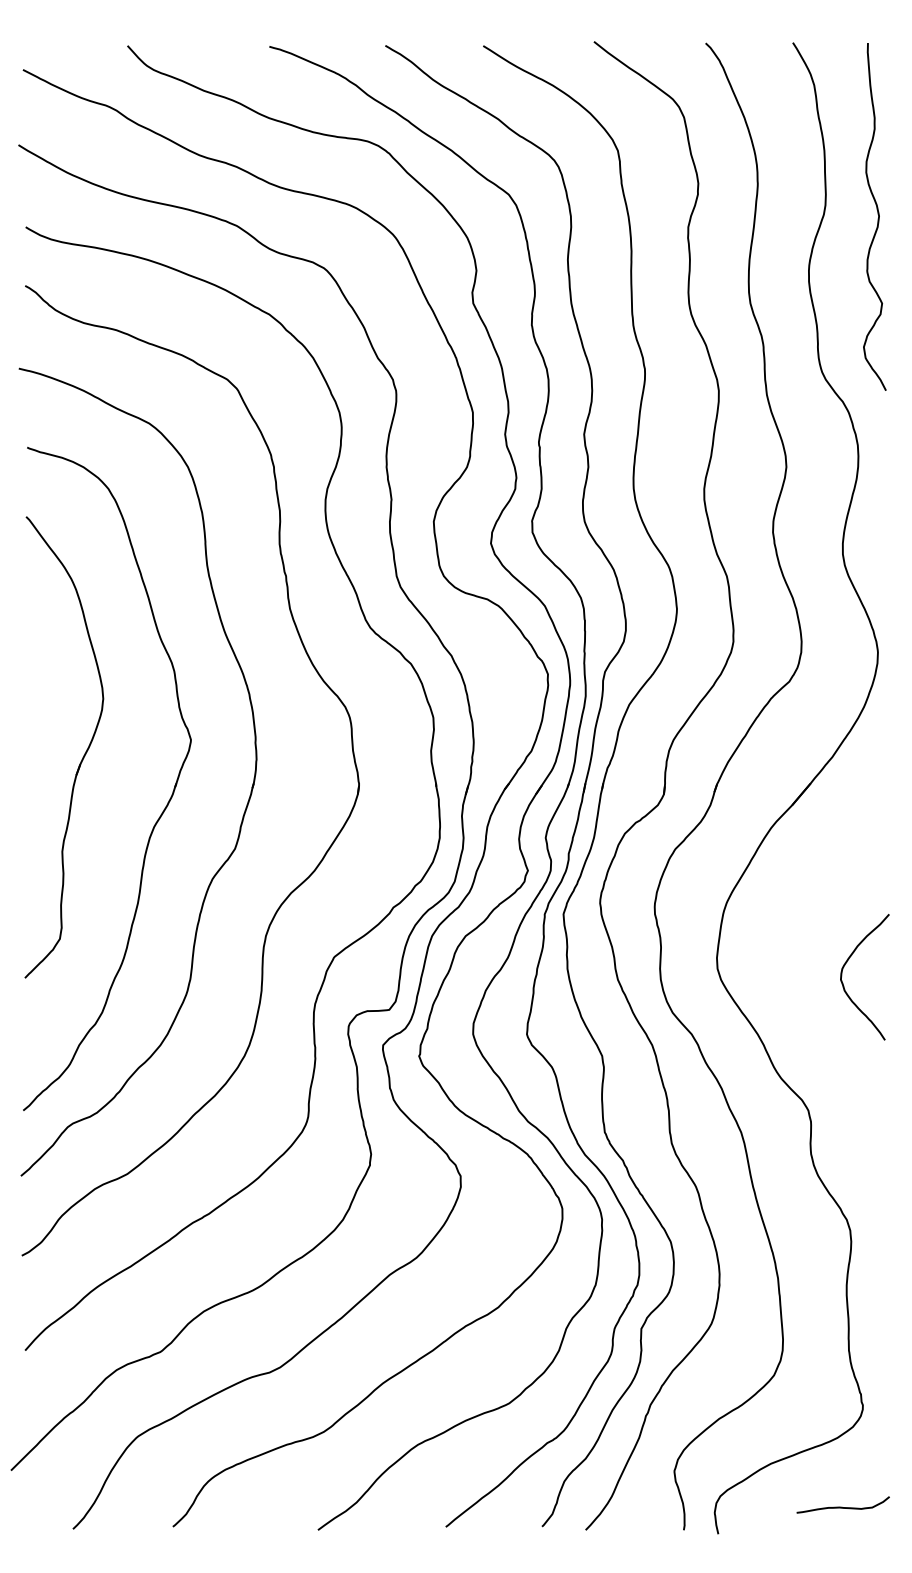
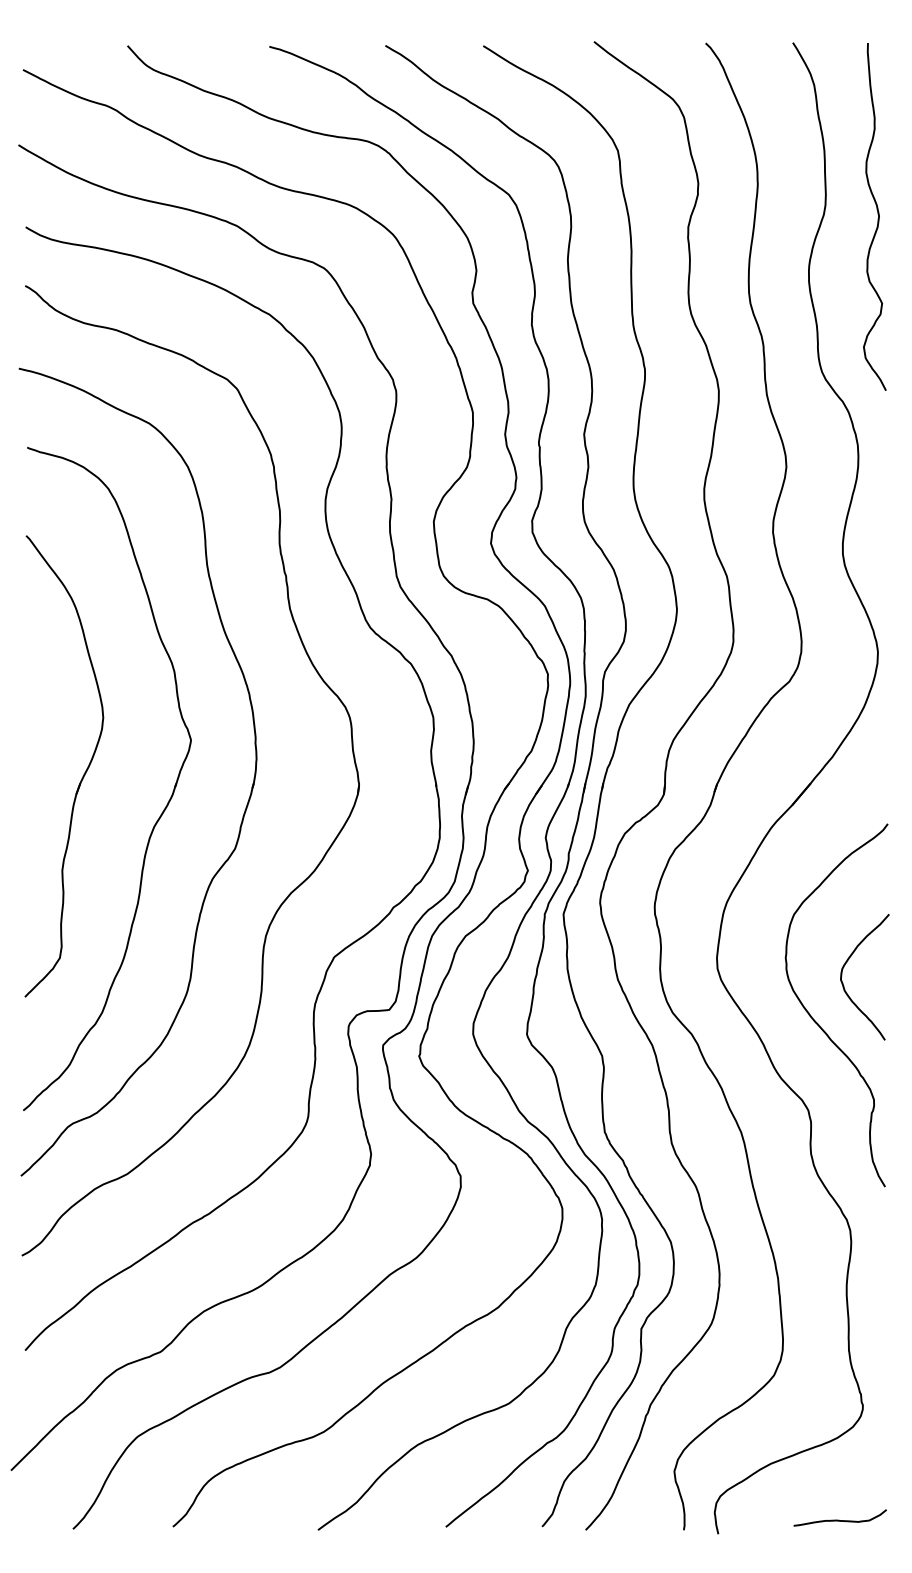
part at (82, 757) position: (82, 757) -> (82, 776)
curve at (818, 1023): none -> present
curve at (842, 1506) position: (842, 1506) -> (839, 1519)
